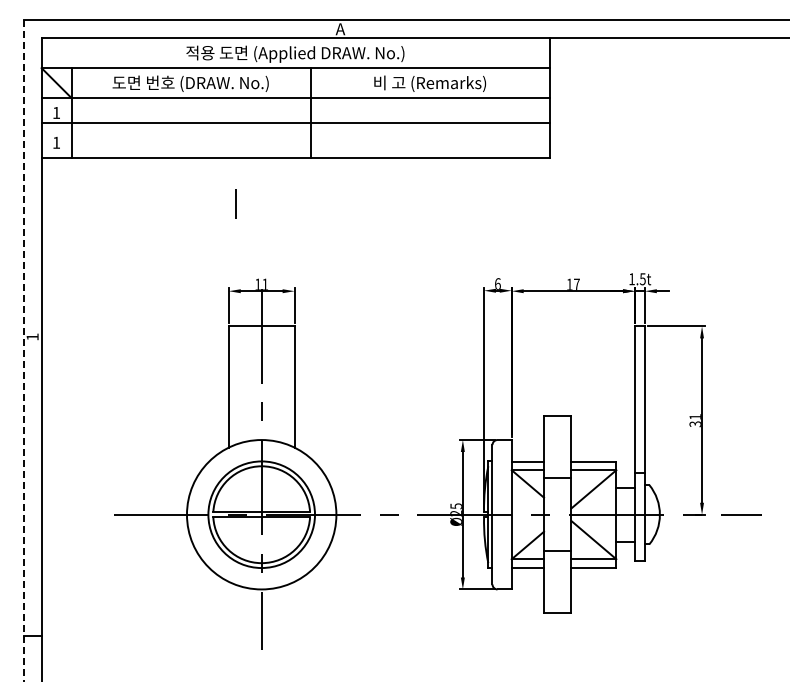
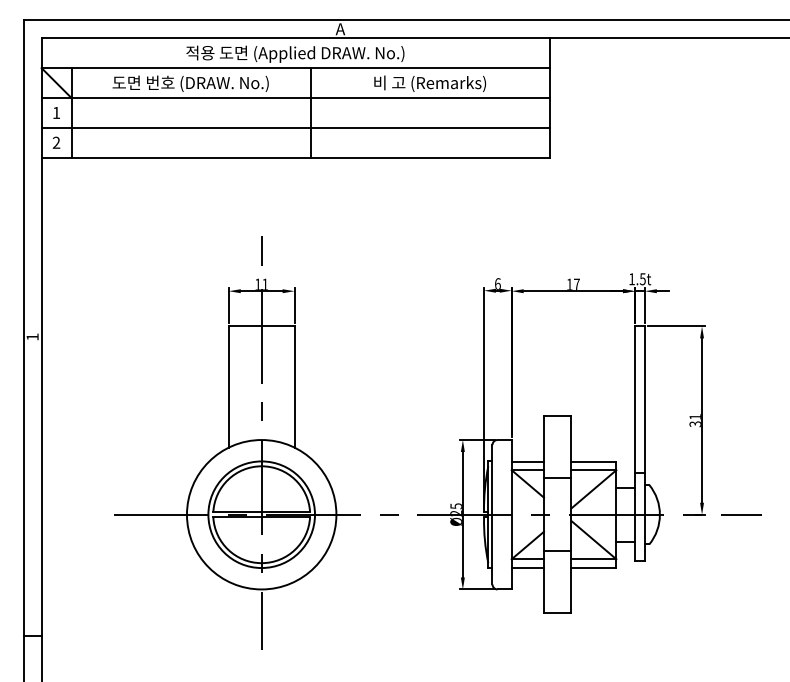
line at (295, 122) position: (295, 122) -> (295, 127)
text at (56, 142): 1 -> 2
line at (235, 203) position: (235, 203) -> (261, 250)
line at (23, 351): dashed -> solid
